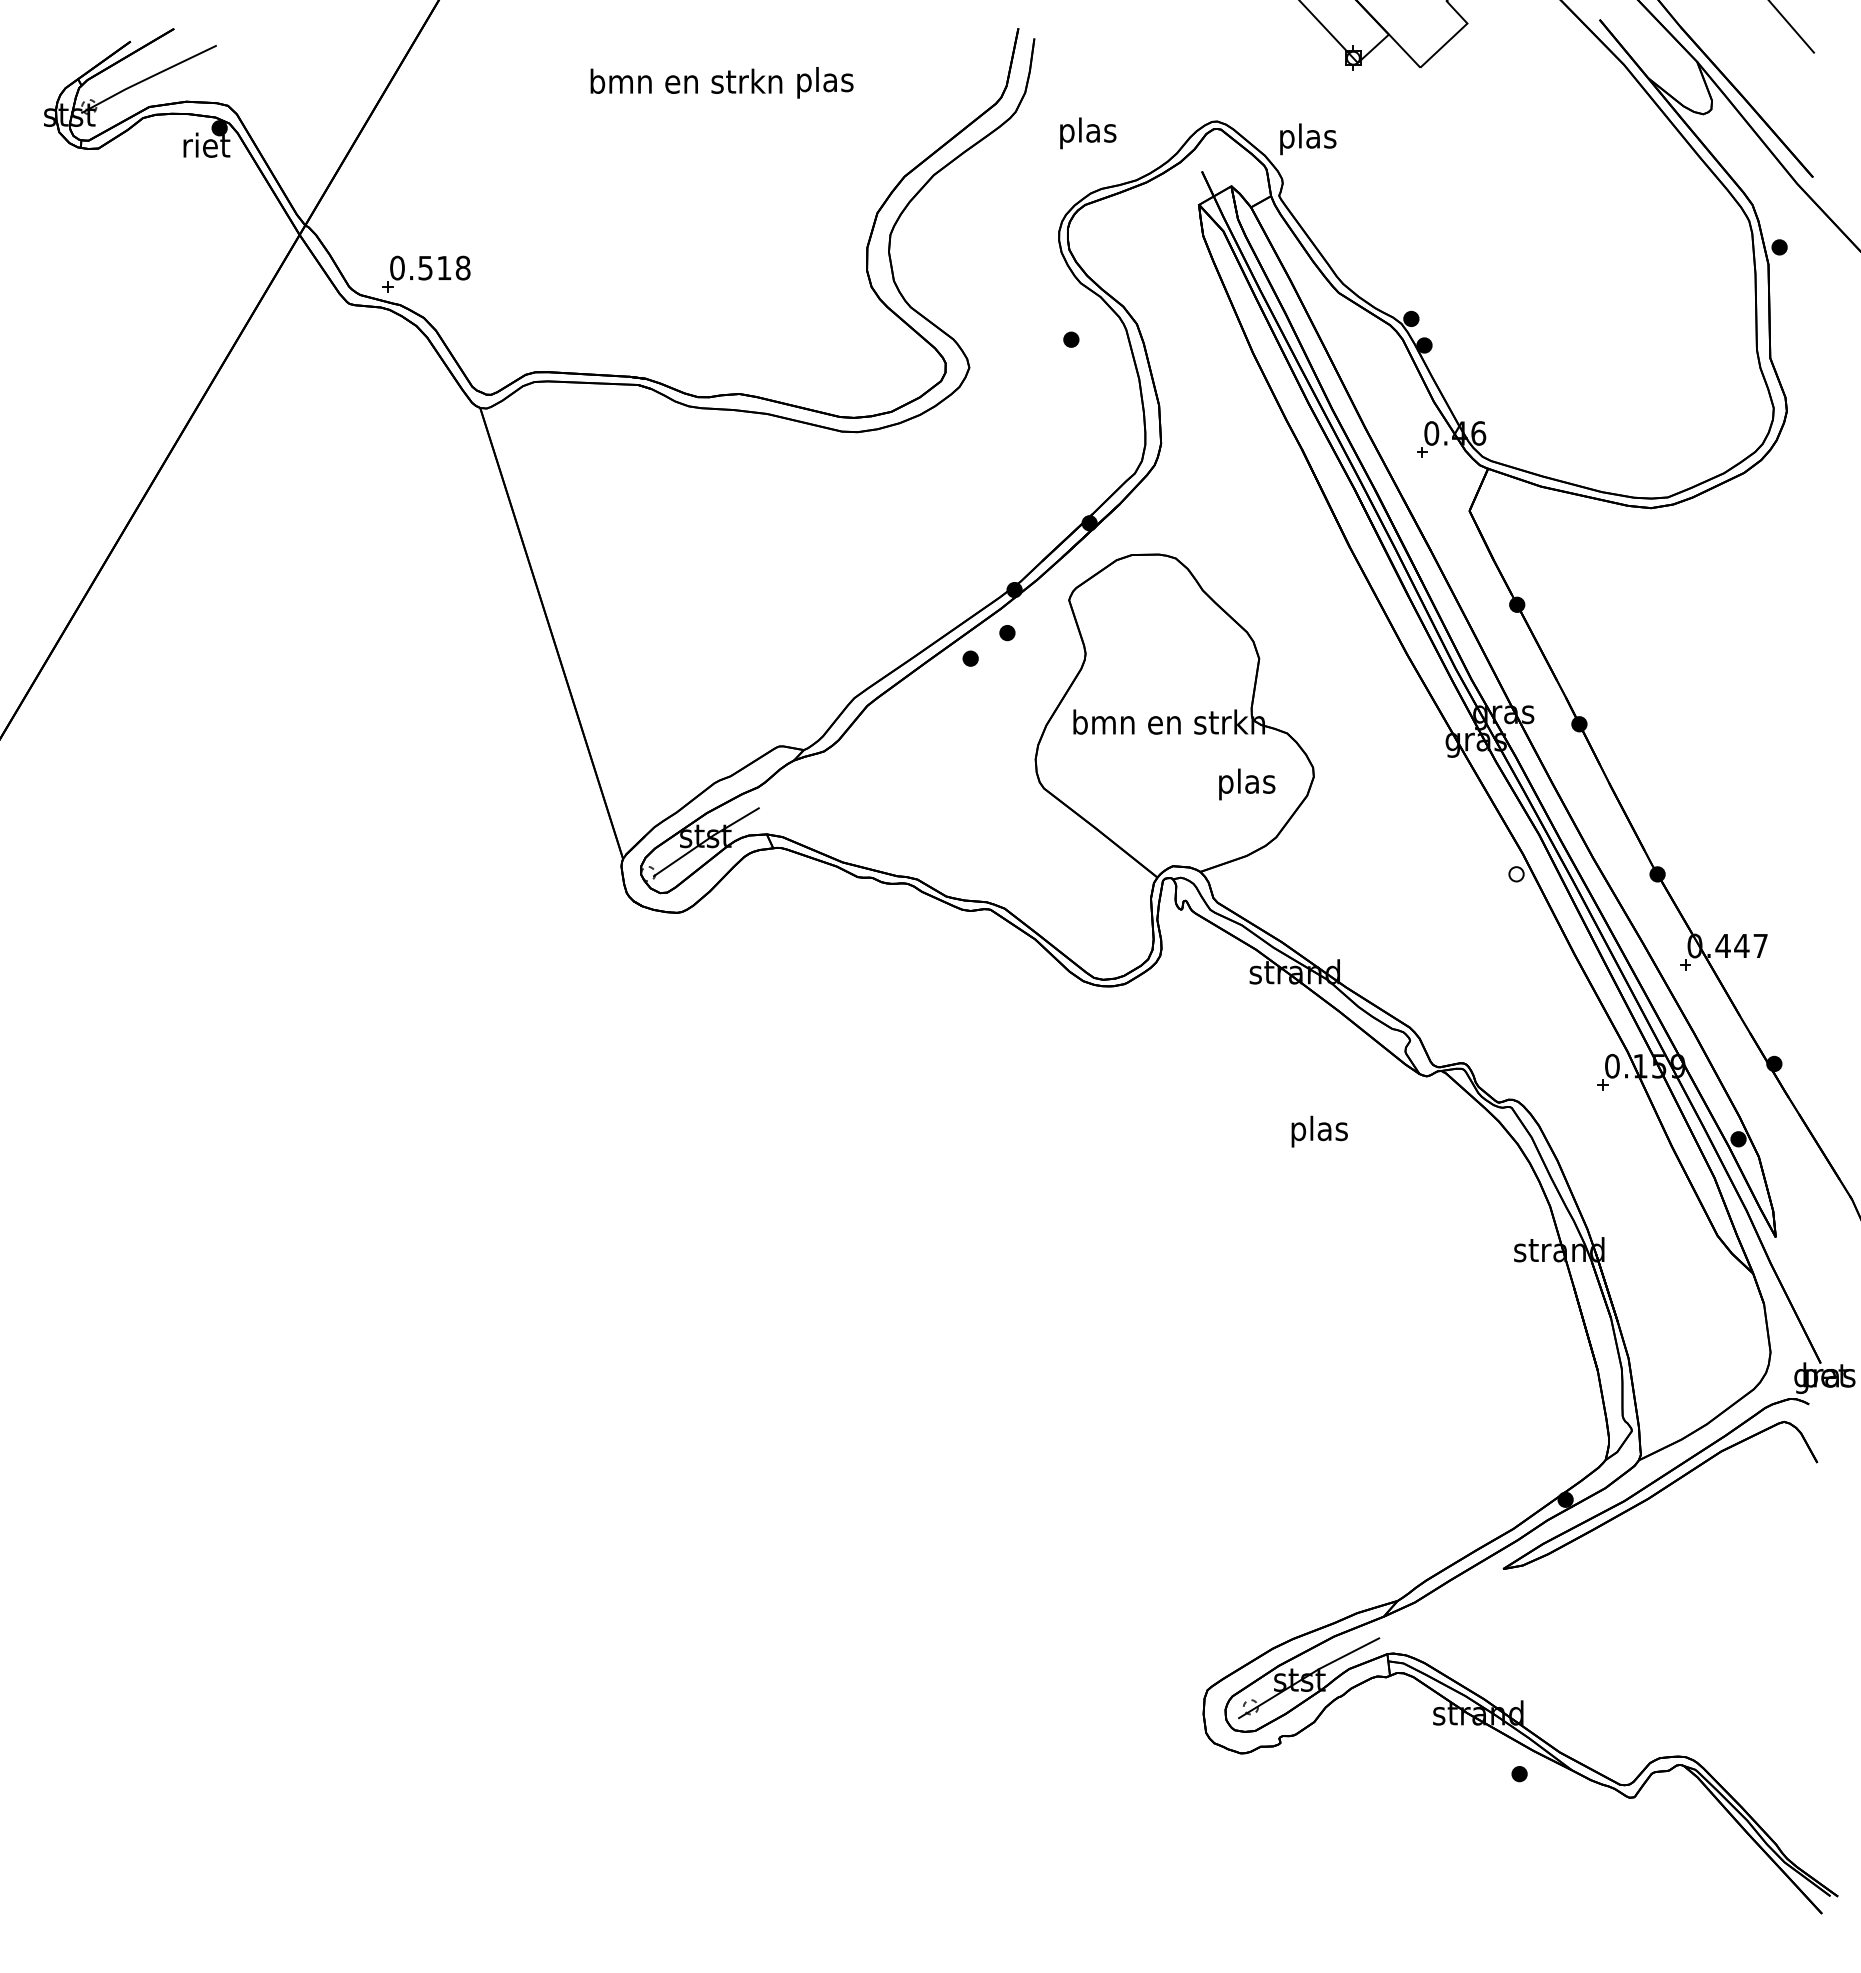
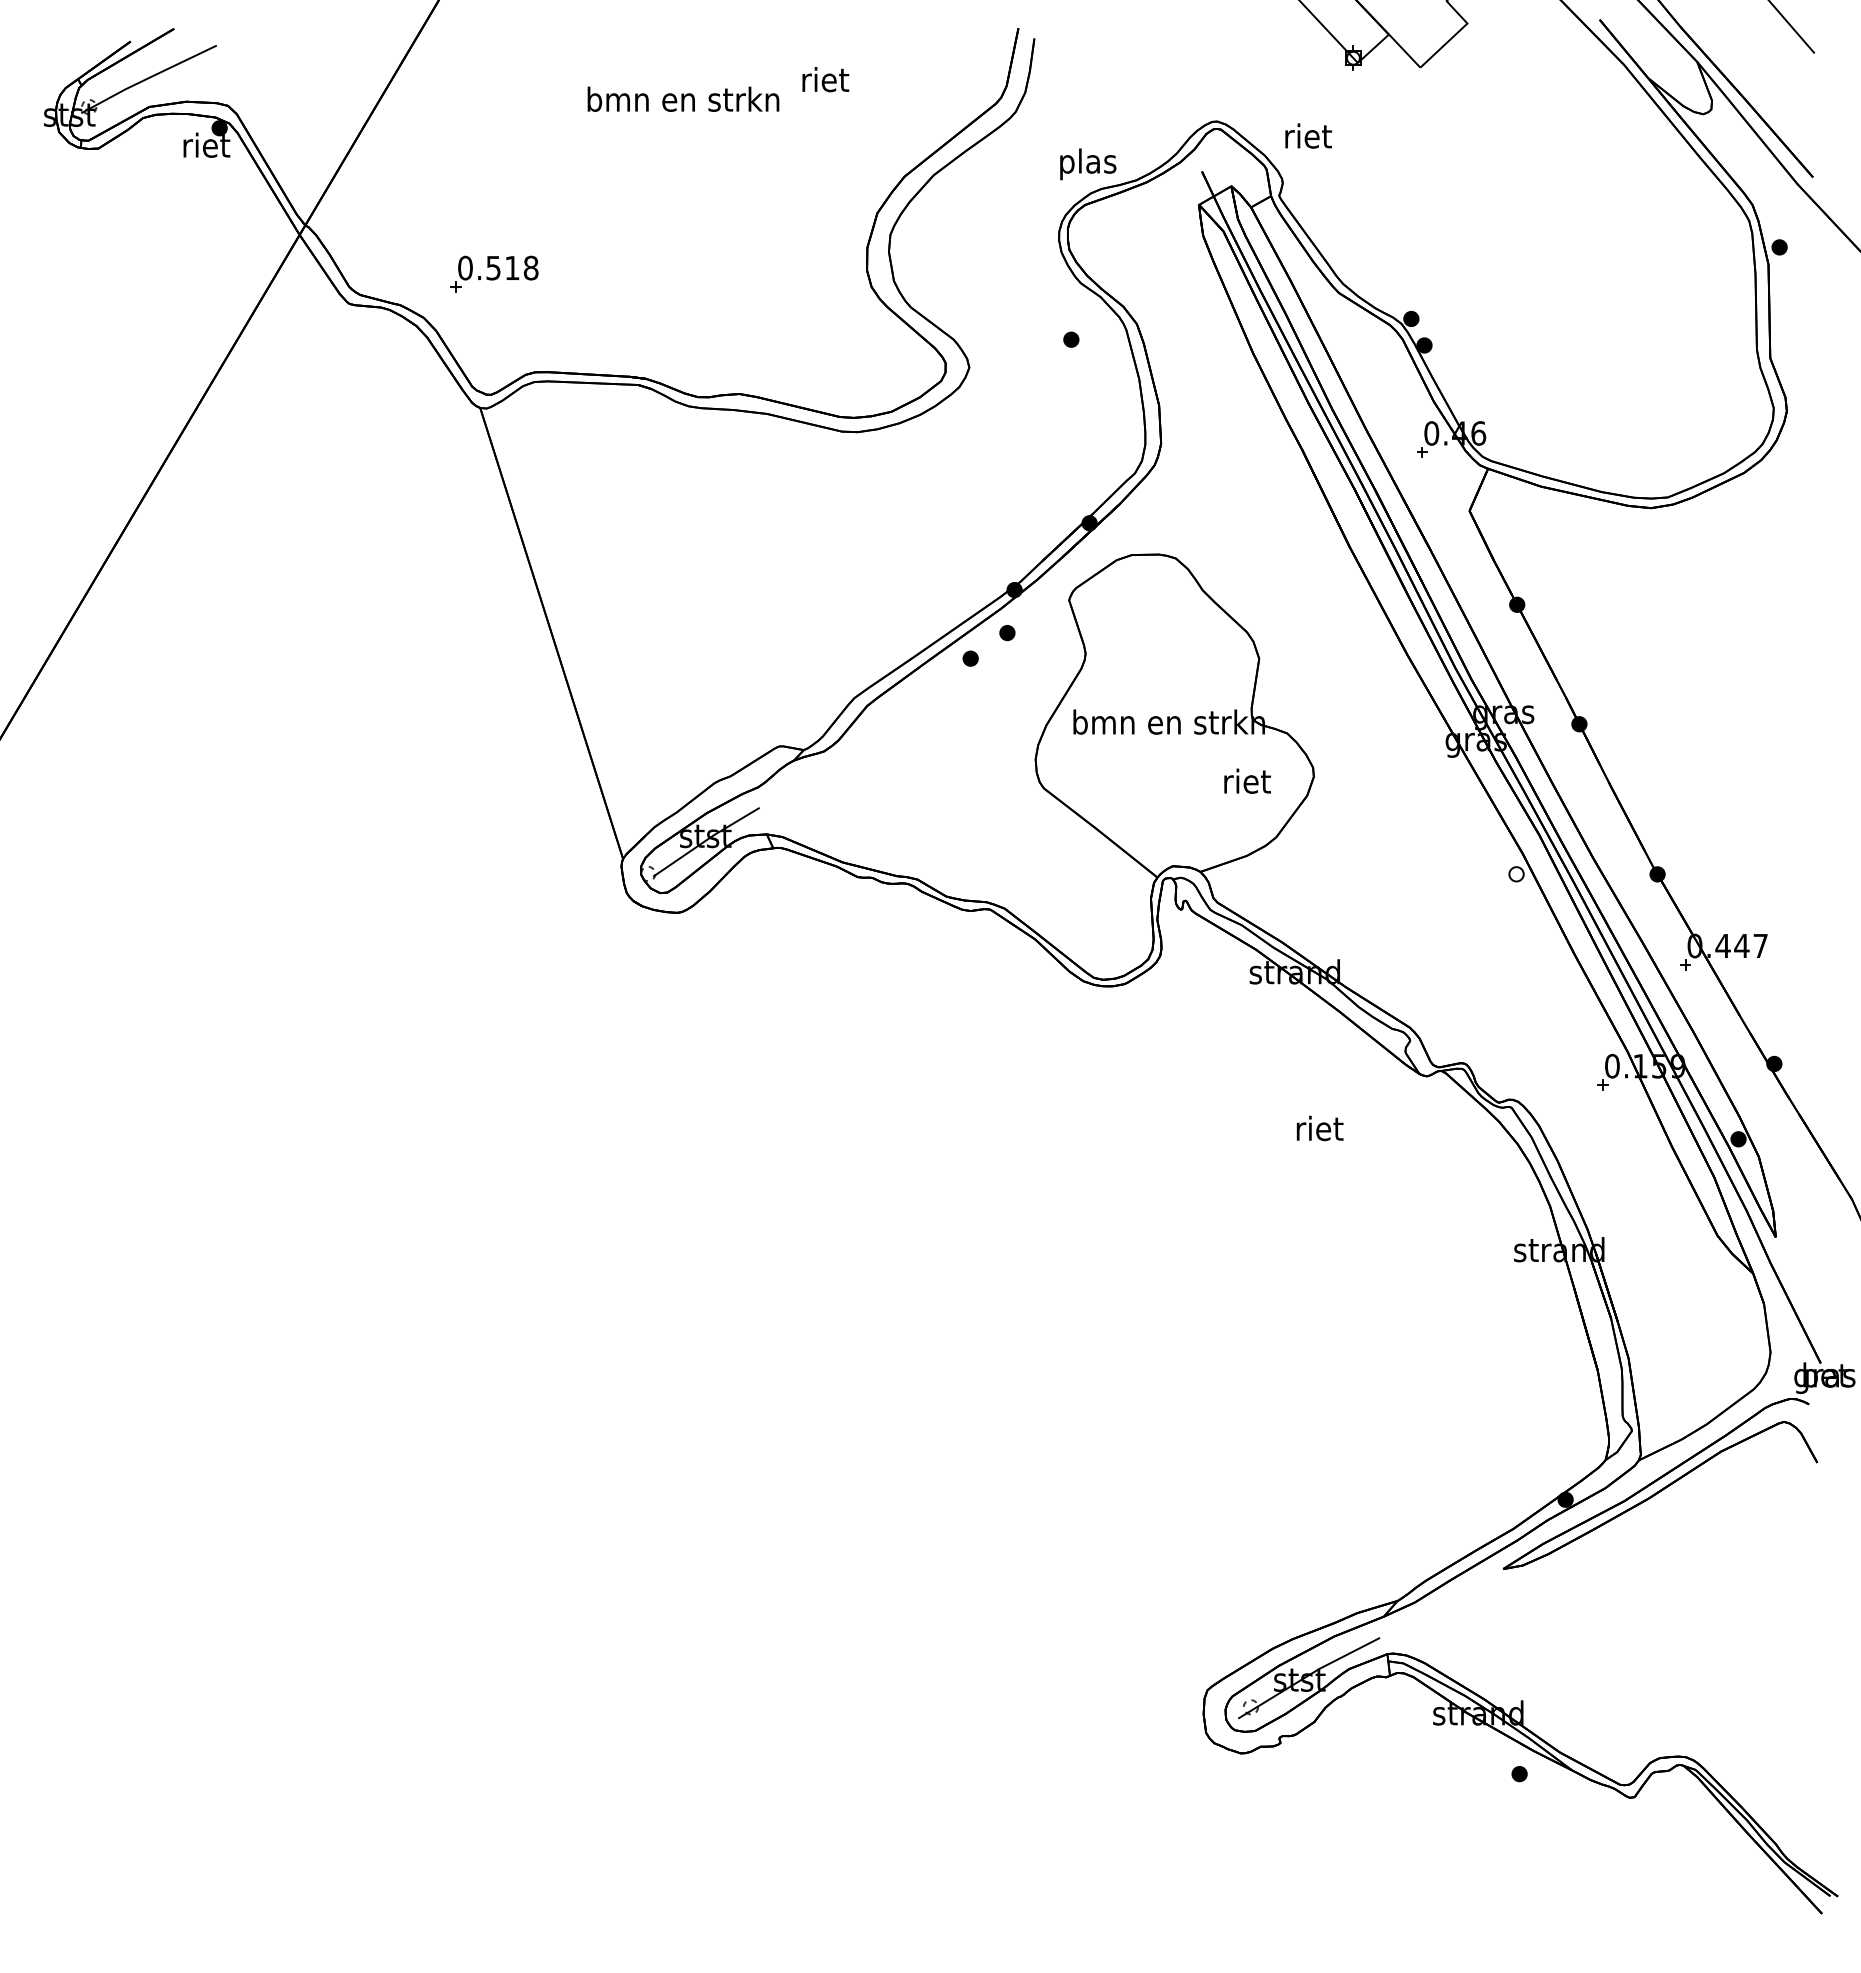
text at (686, 80) position: (686, 80) -> (683, 98)
text at (825, 82): plas -> riet
text at (1088, 133) position: (1088, 133) -> (1088, 164)
text at (1308, 139): plas -> riet
part at (426, 273) position: (426, 273) -> (494, 273)
text at (1247, 784): plas -> riet
text at (1319, 1131): plas -> riet
